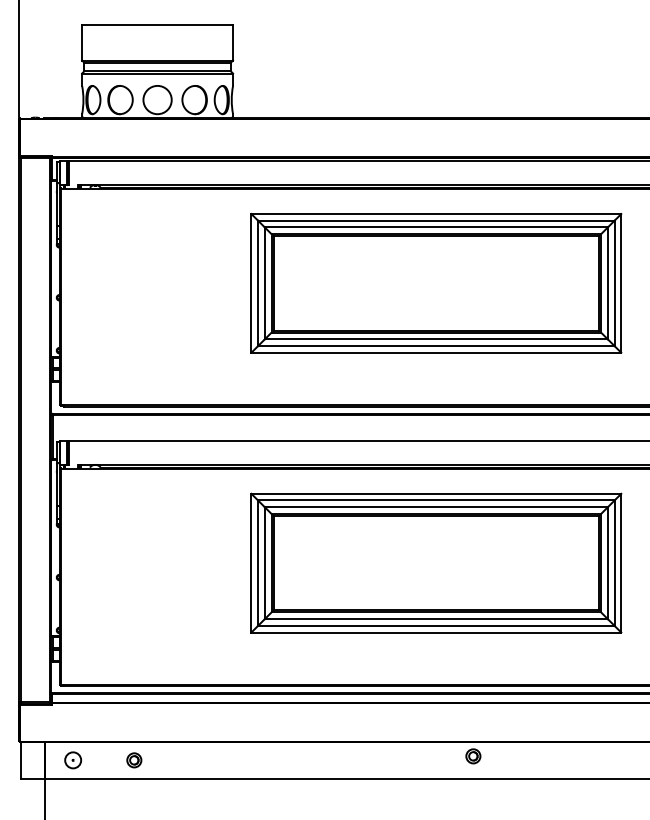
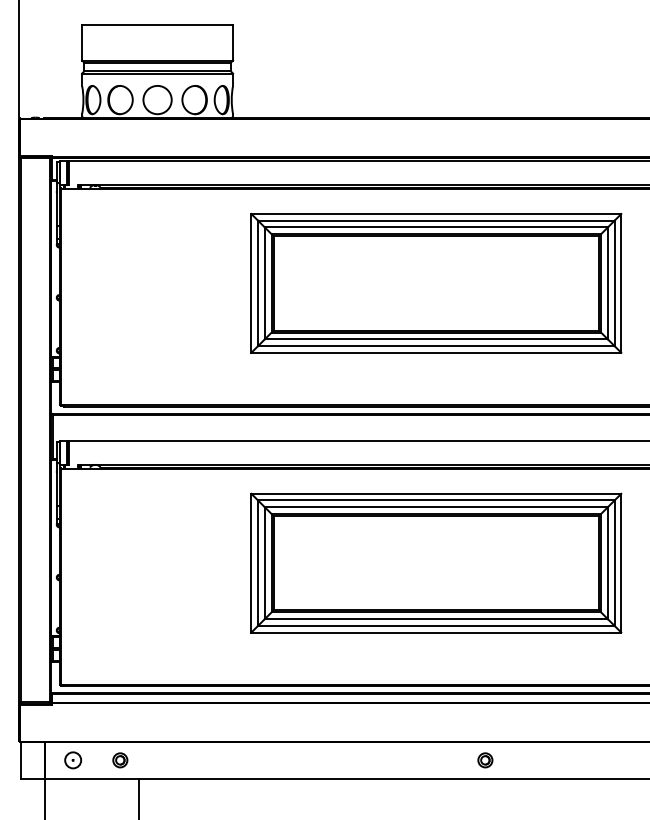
part at (473, 756) position: (473, 756) -> (485, 760)
part at (134, 760) position: (134, 760) -> (120, 760)
line at (139, 797): none -> present
